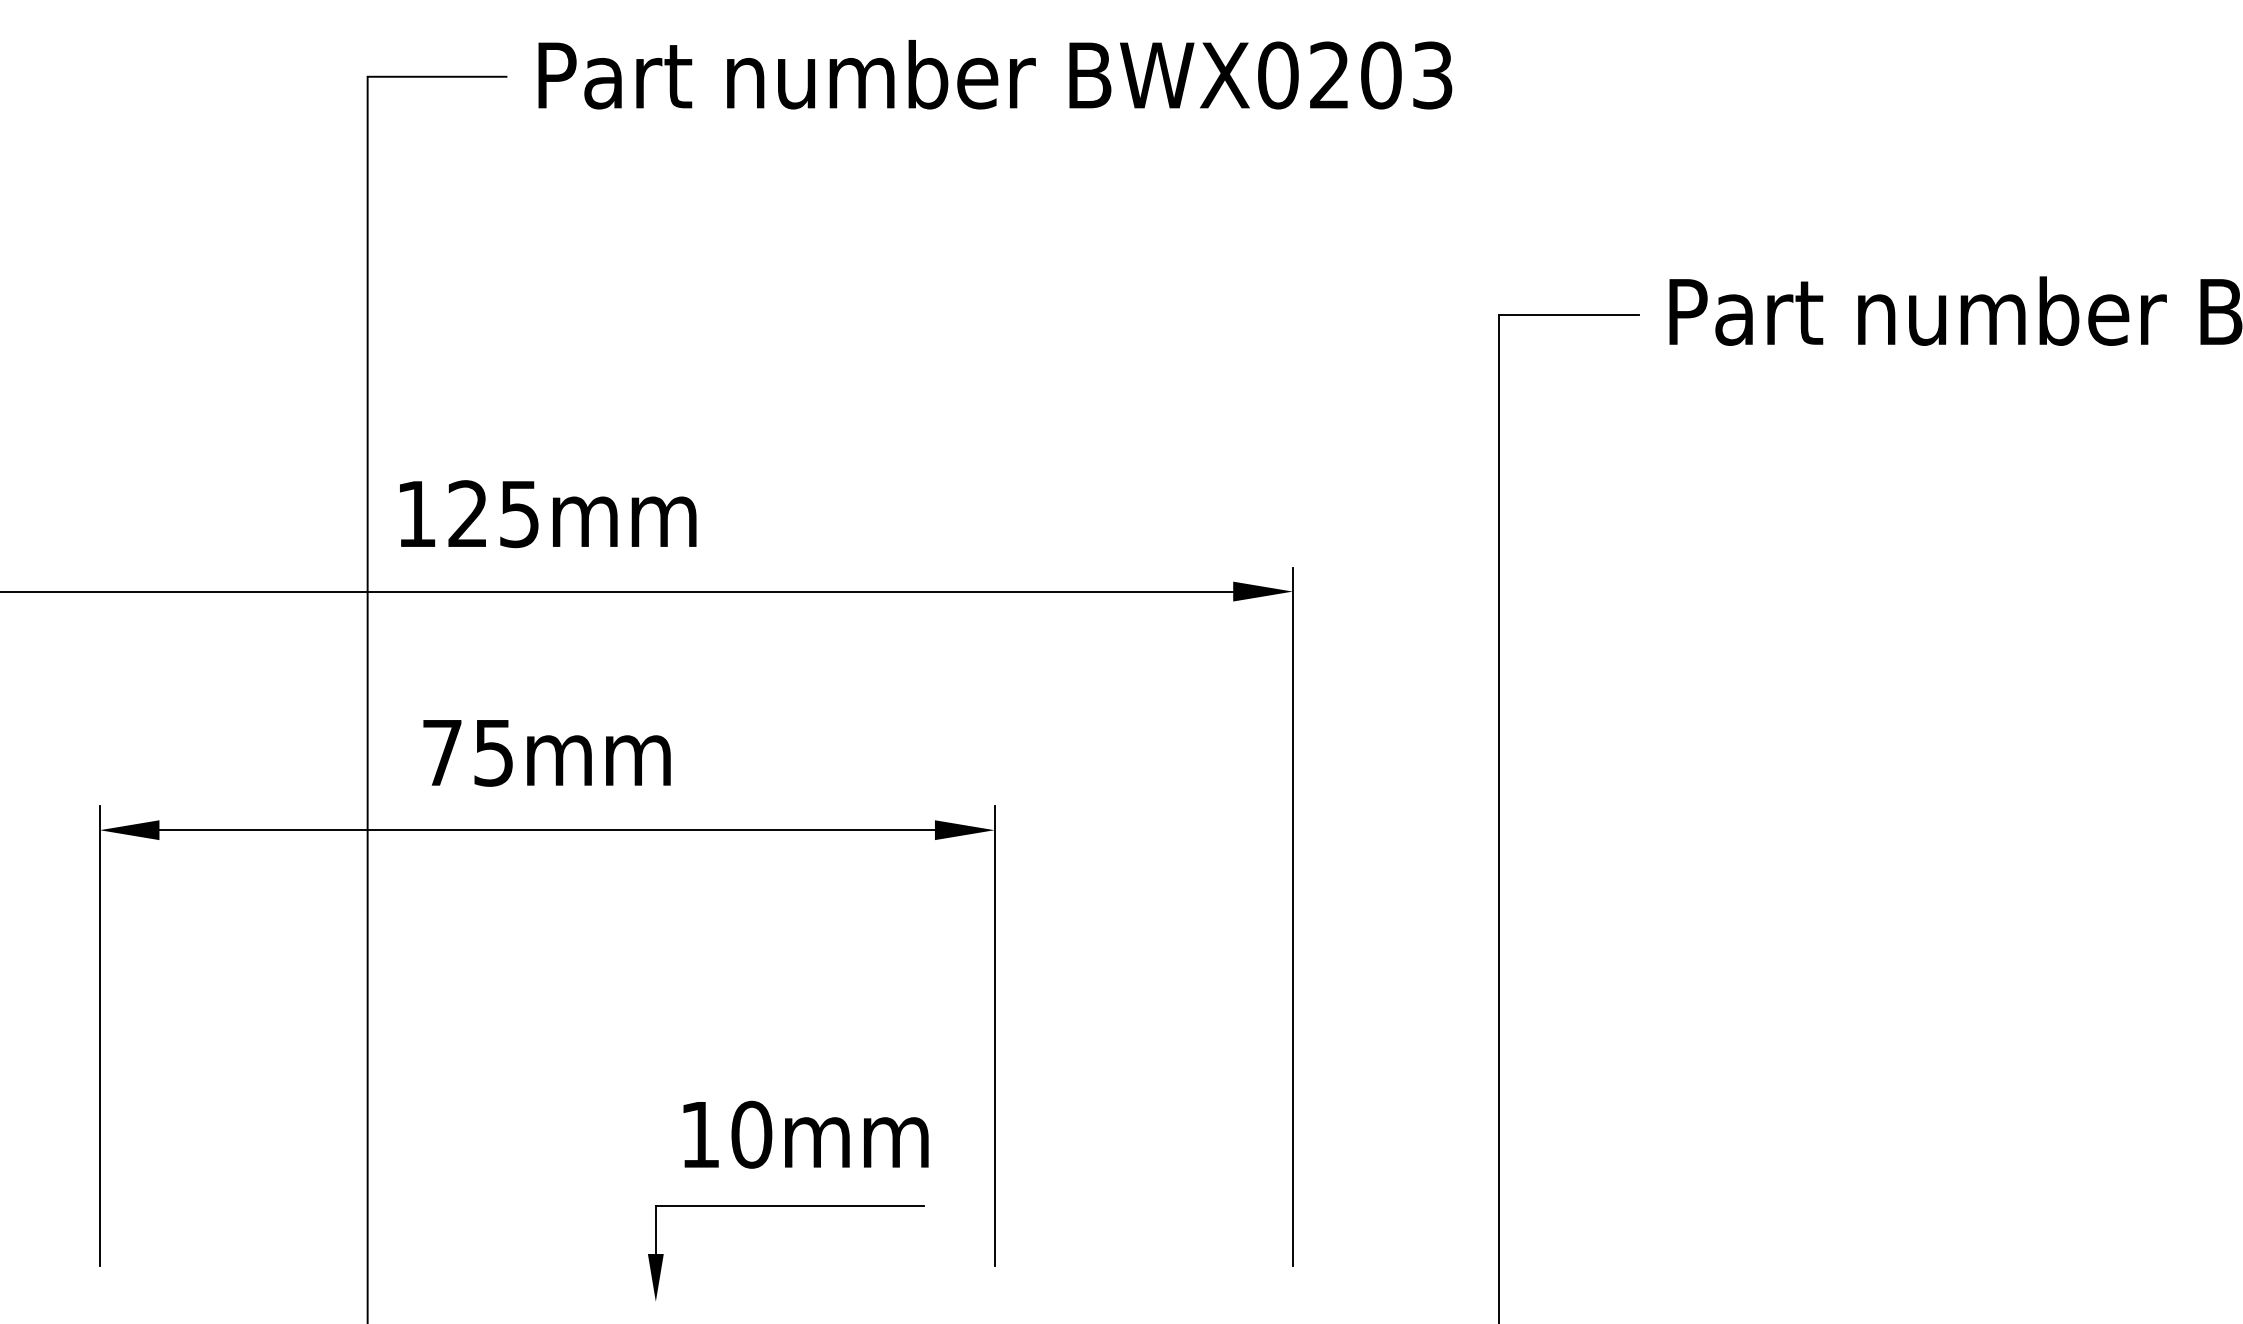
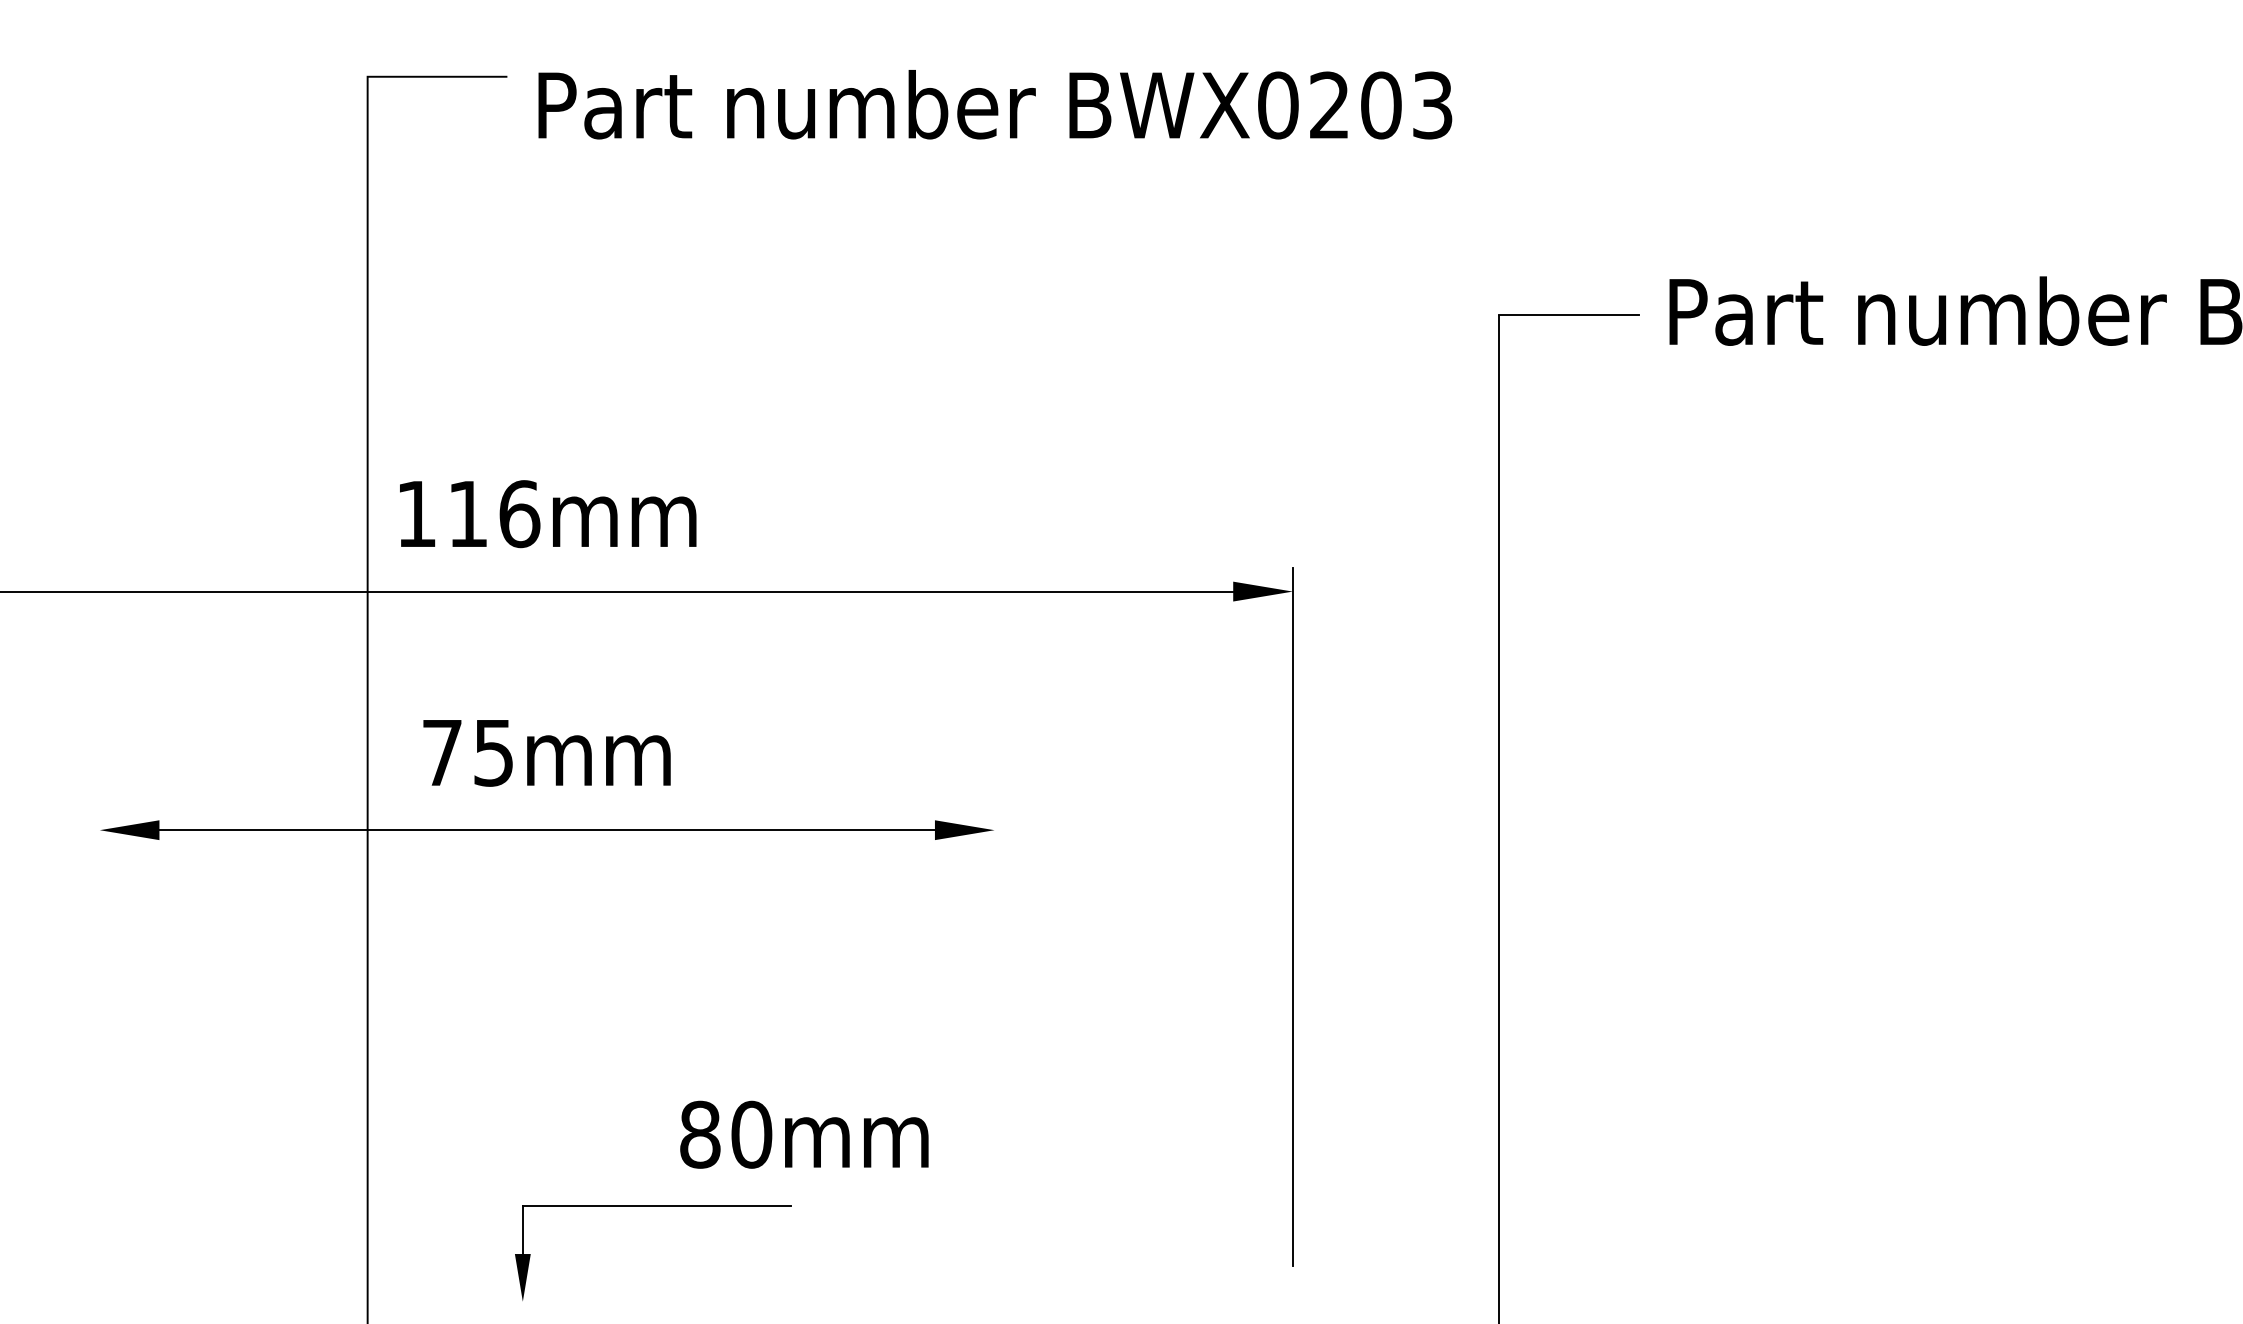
text at (995, 74) position: (995, 74) -> (995, 104)
text at (494, 514): 125mm -> 116mm
line at (99, 1036): present -> none
line at (994, 1036): present -> none
text at (700, 1134): 10mm -> 80mm
part at (786, 1206) position: (786, 1206) -> (653, 1206)
